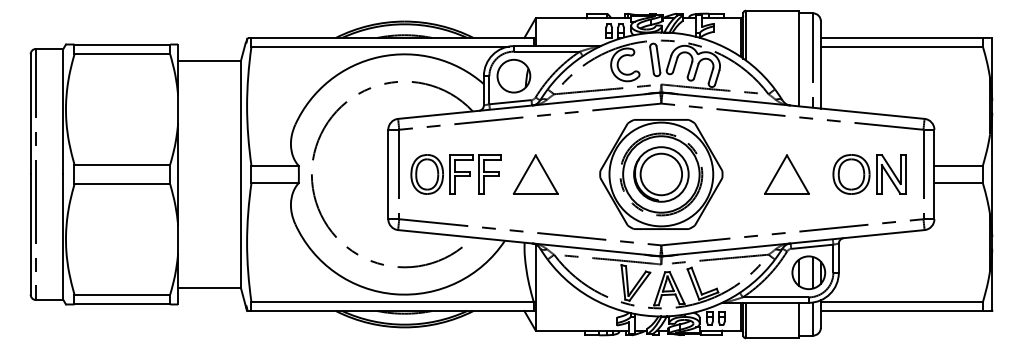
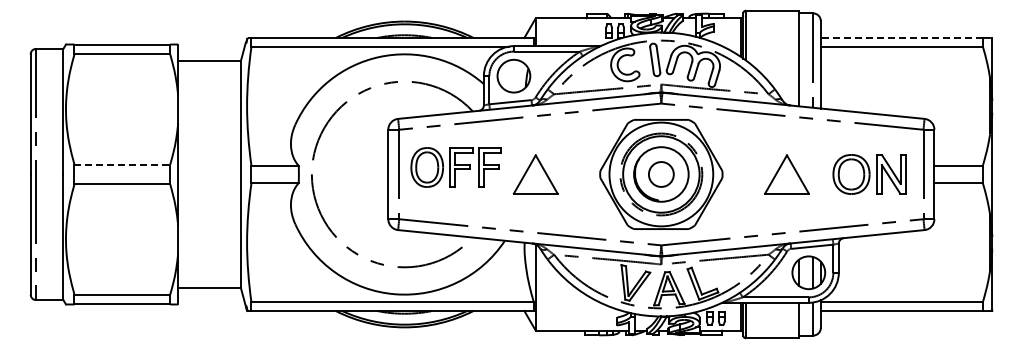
line at (901, 37): solid -> dashed
line at (122, 164): solid -> dashed
part at (455, 174) position: (455, 174) -> (455, 167)
circle at (661, 174) diameter: 42 px -> 25 px
